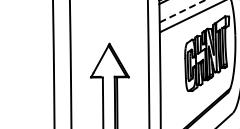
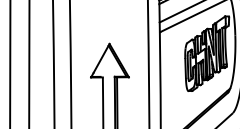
line at (182, 11): dashed -> solid
line at (10, 63): none -> present
line at (29, 63): none -> present
